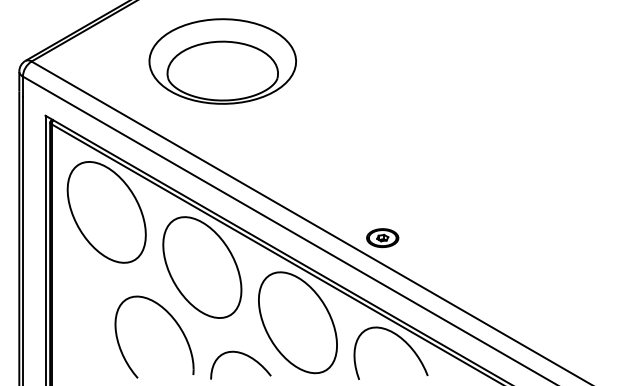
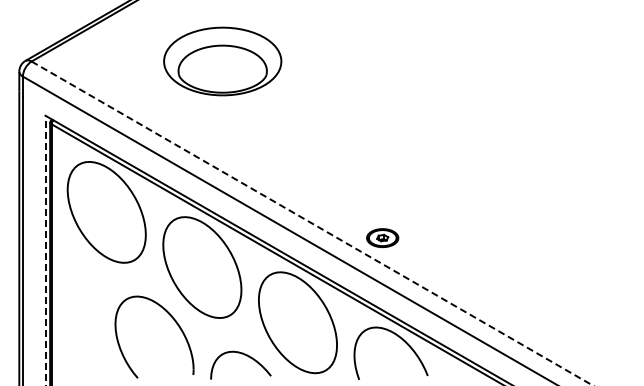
part at (222, 61) size: 149x87 px -> 120x71 px
line at (312, 223): solid -> dashed
line at (45, 250): solid -> dashed
